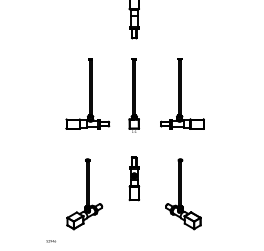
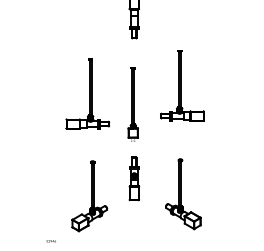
part at (182, 93) position: (182, 93) -> (182, 85)
part at (133, 95) position: (133, 95) -> (132, 104)
part at (84, 194) position: (84, 194) -> (89, 196)
